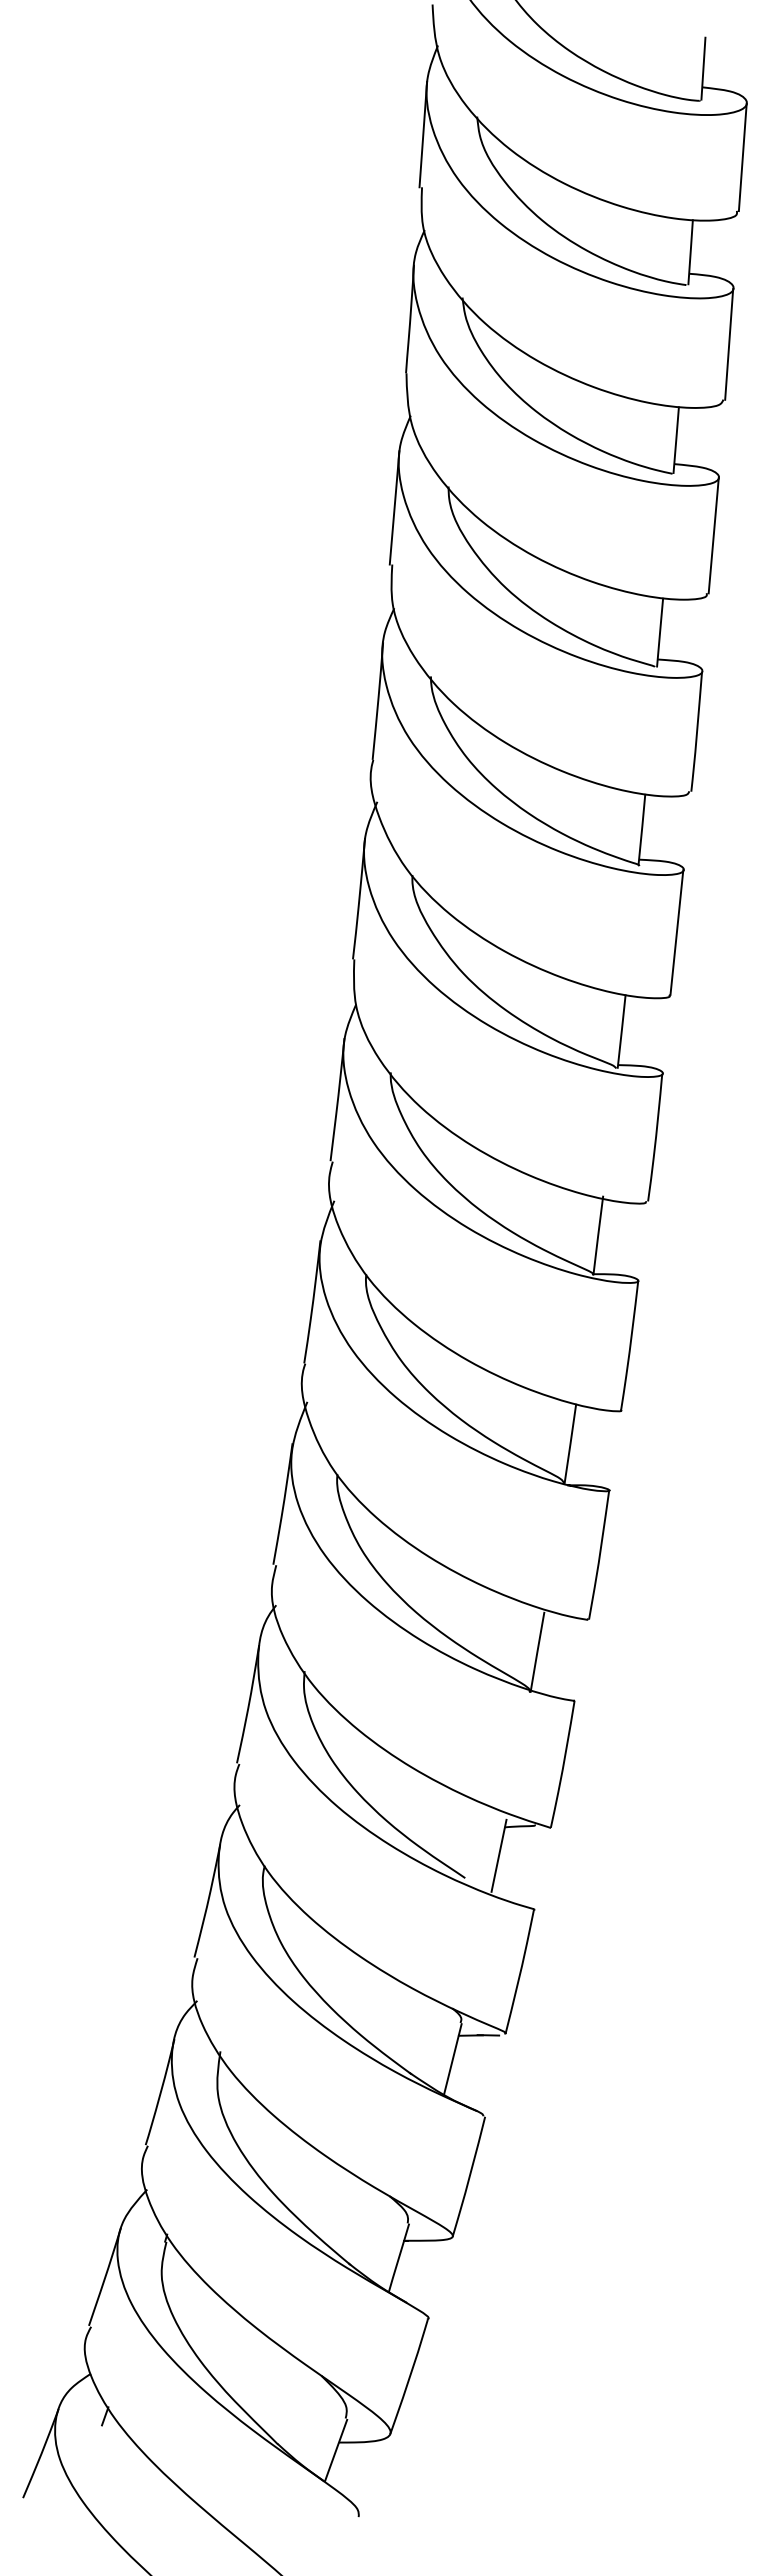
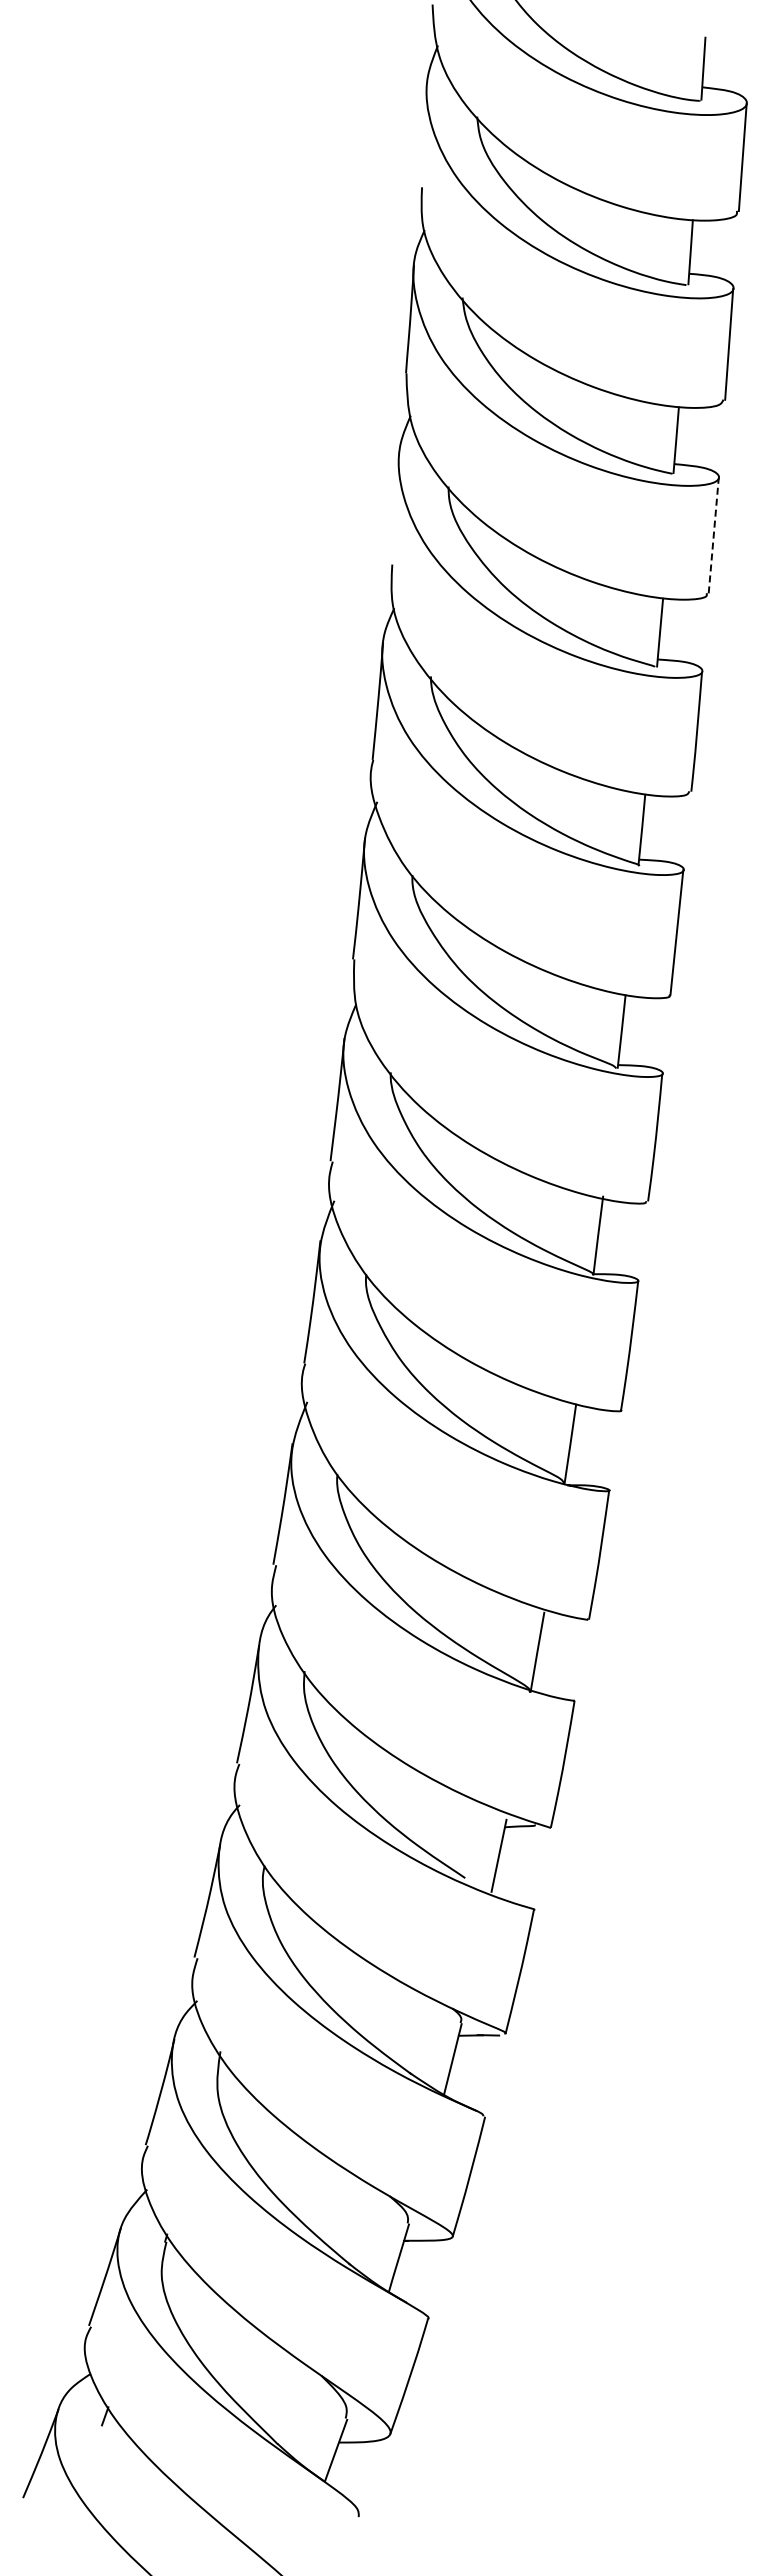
line at (423, 134): present -> none
line at (394, 507): present -> none
line at (713, 535): solid -> dashed
